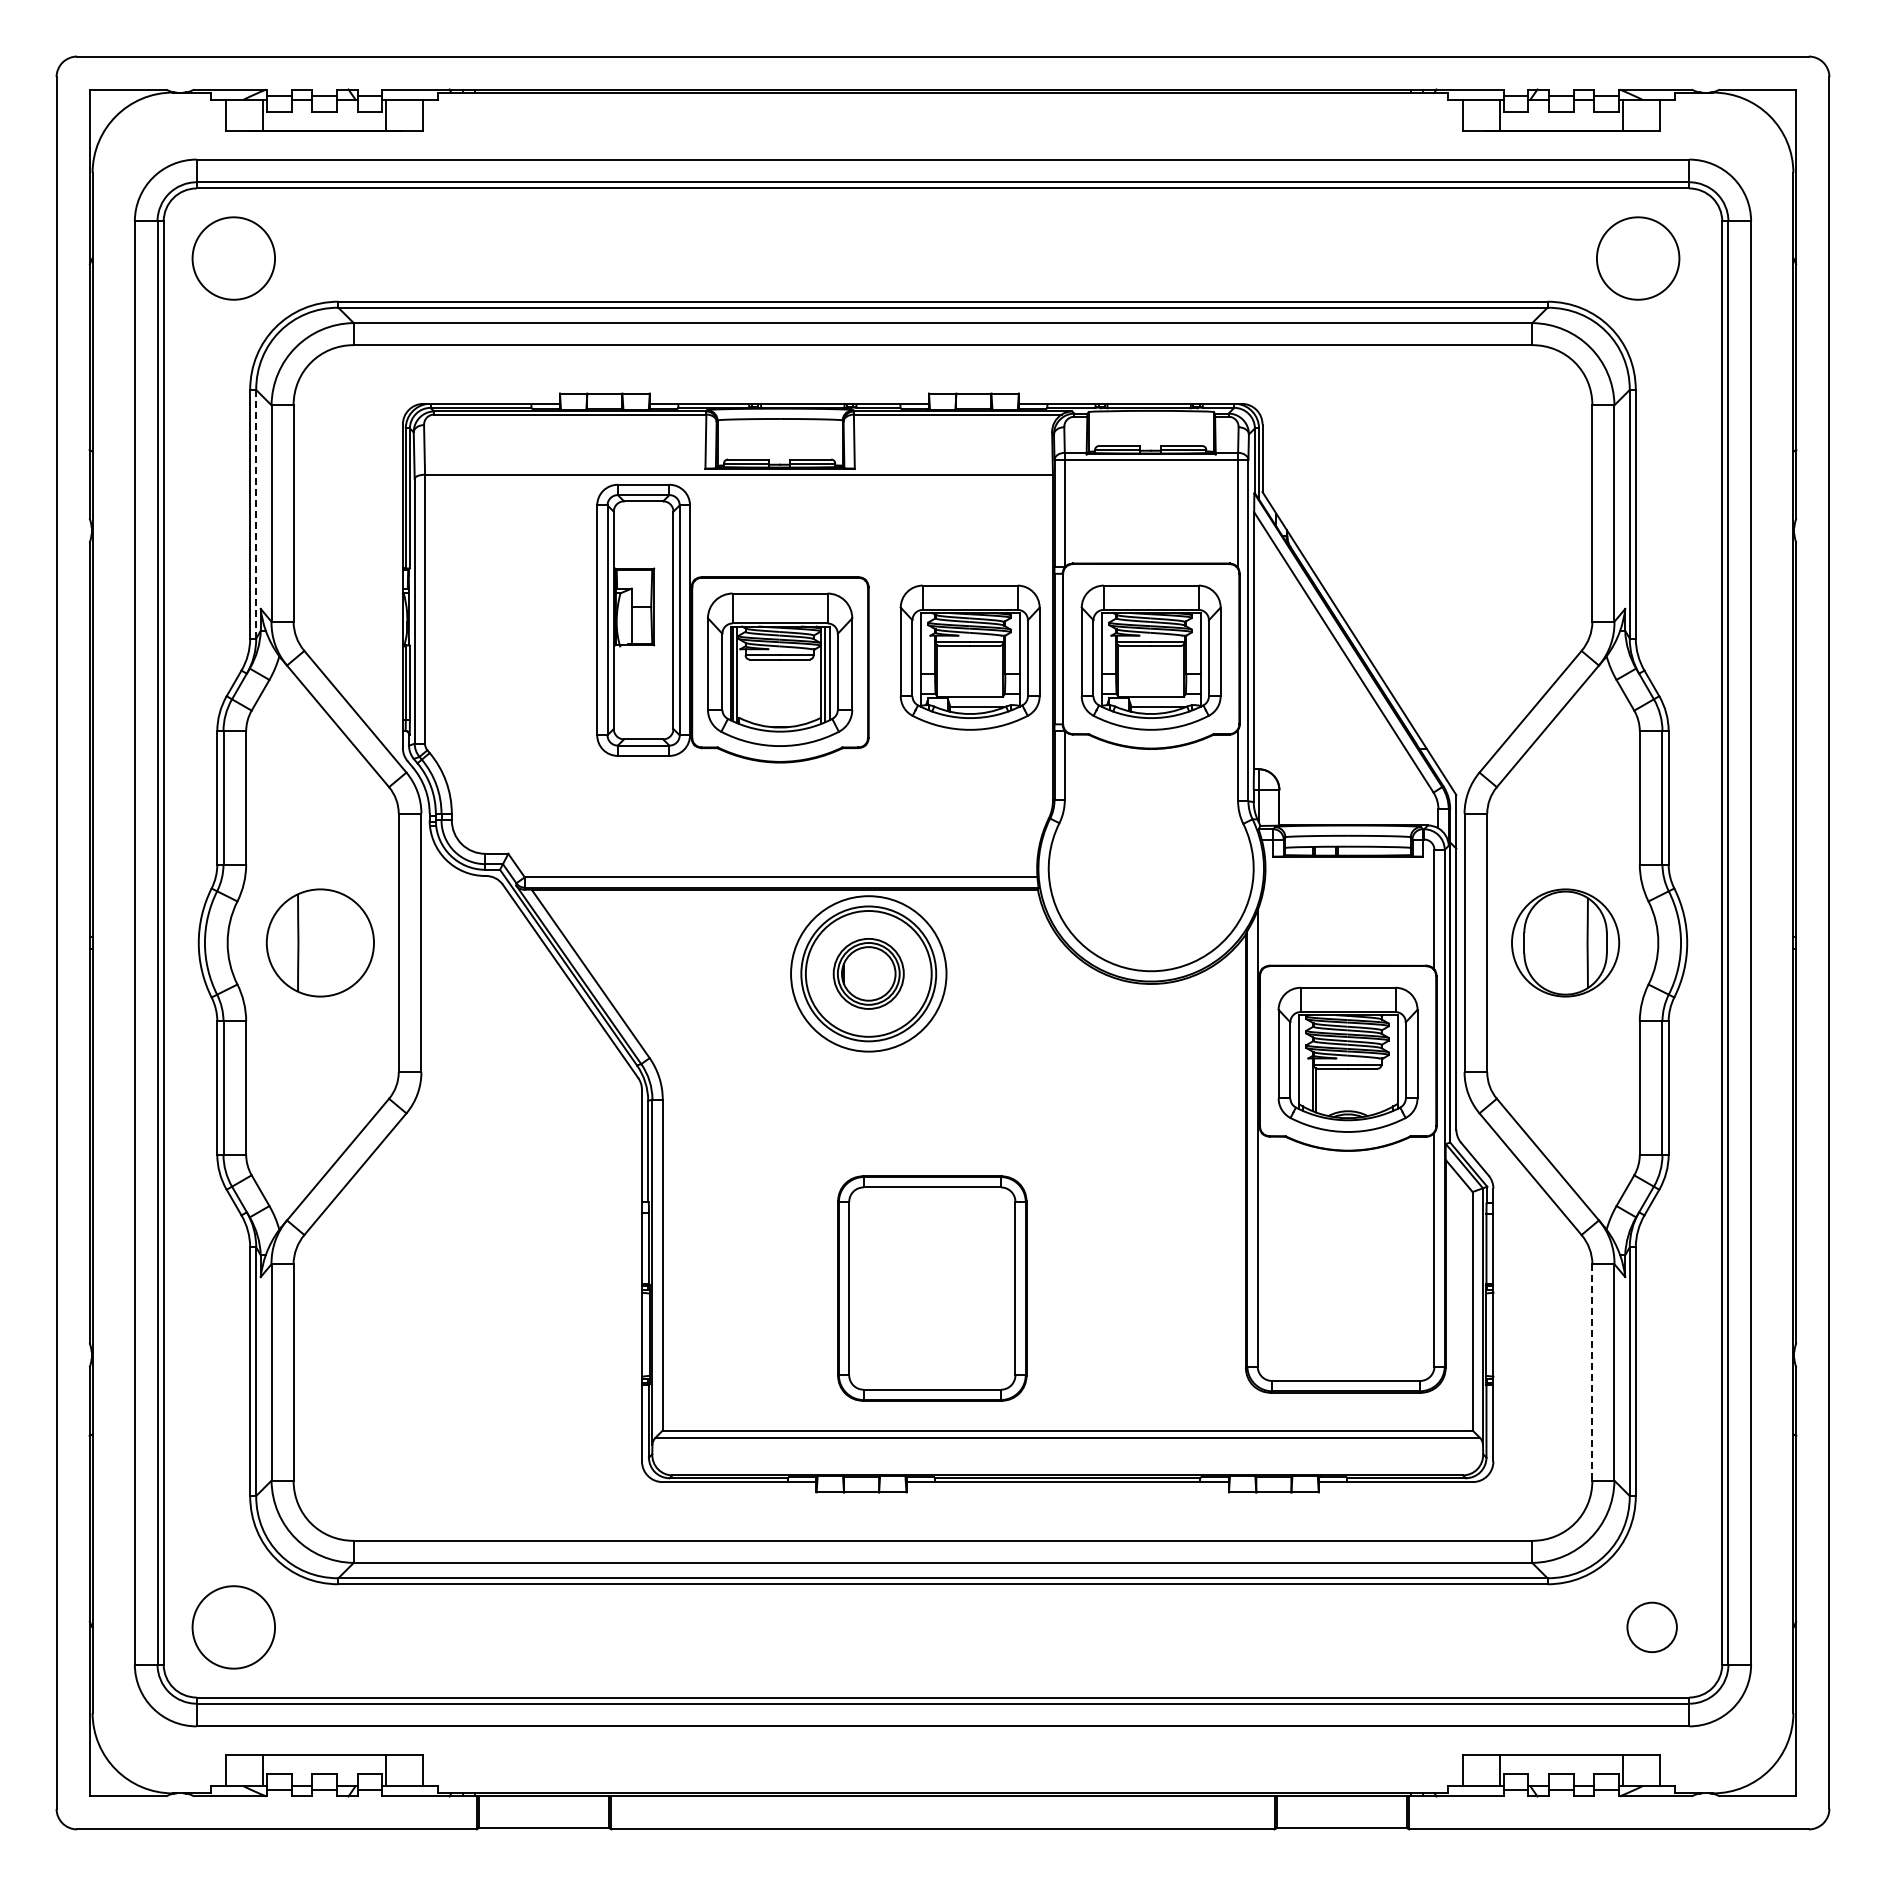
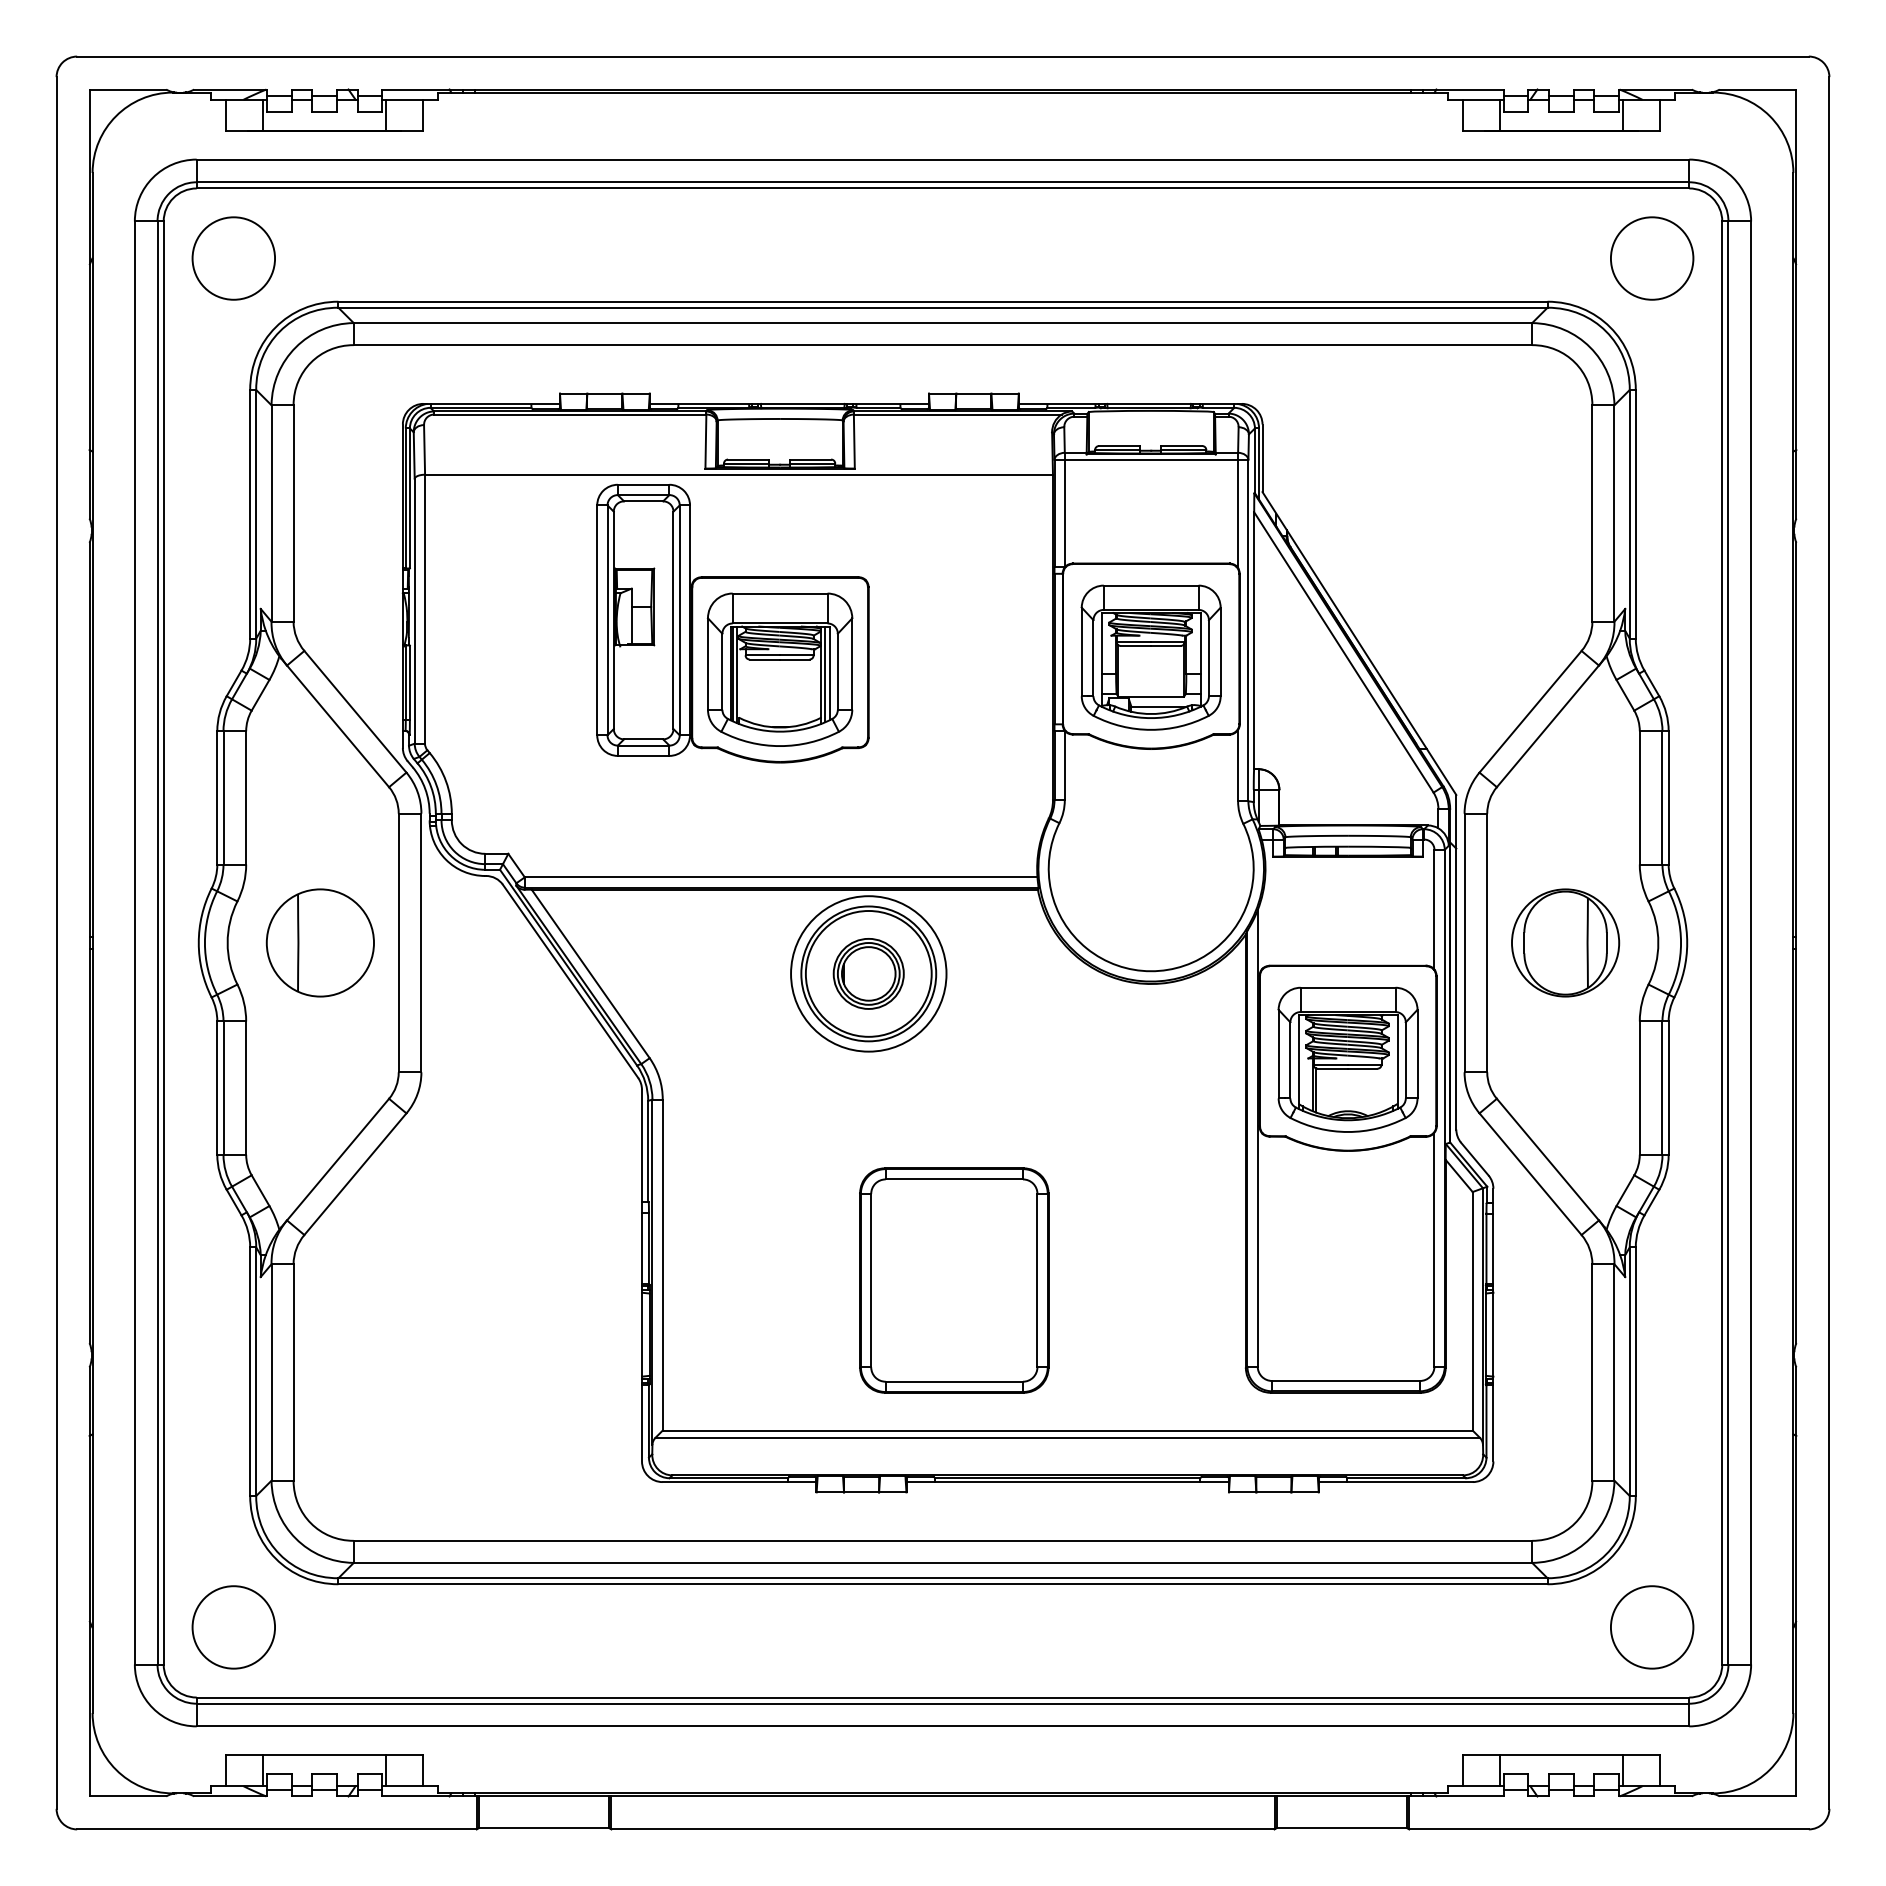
circle at (1638, 258) position: (1638, 258) -> (1652, 258)
line at (256, 514): dashed -> solid
part at (969, 657): present -> none
part at (932, 1288) position: (932, 1288) -> (954, 1280)
line at (1592, 1372): dashed -> solid
circle at (1651, 1627) diameter: 49 px -> 82 px
